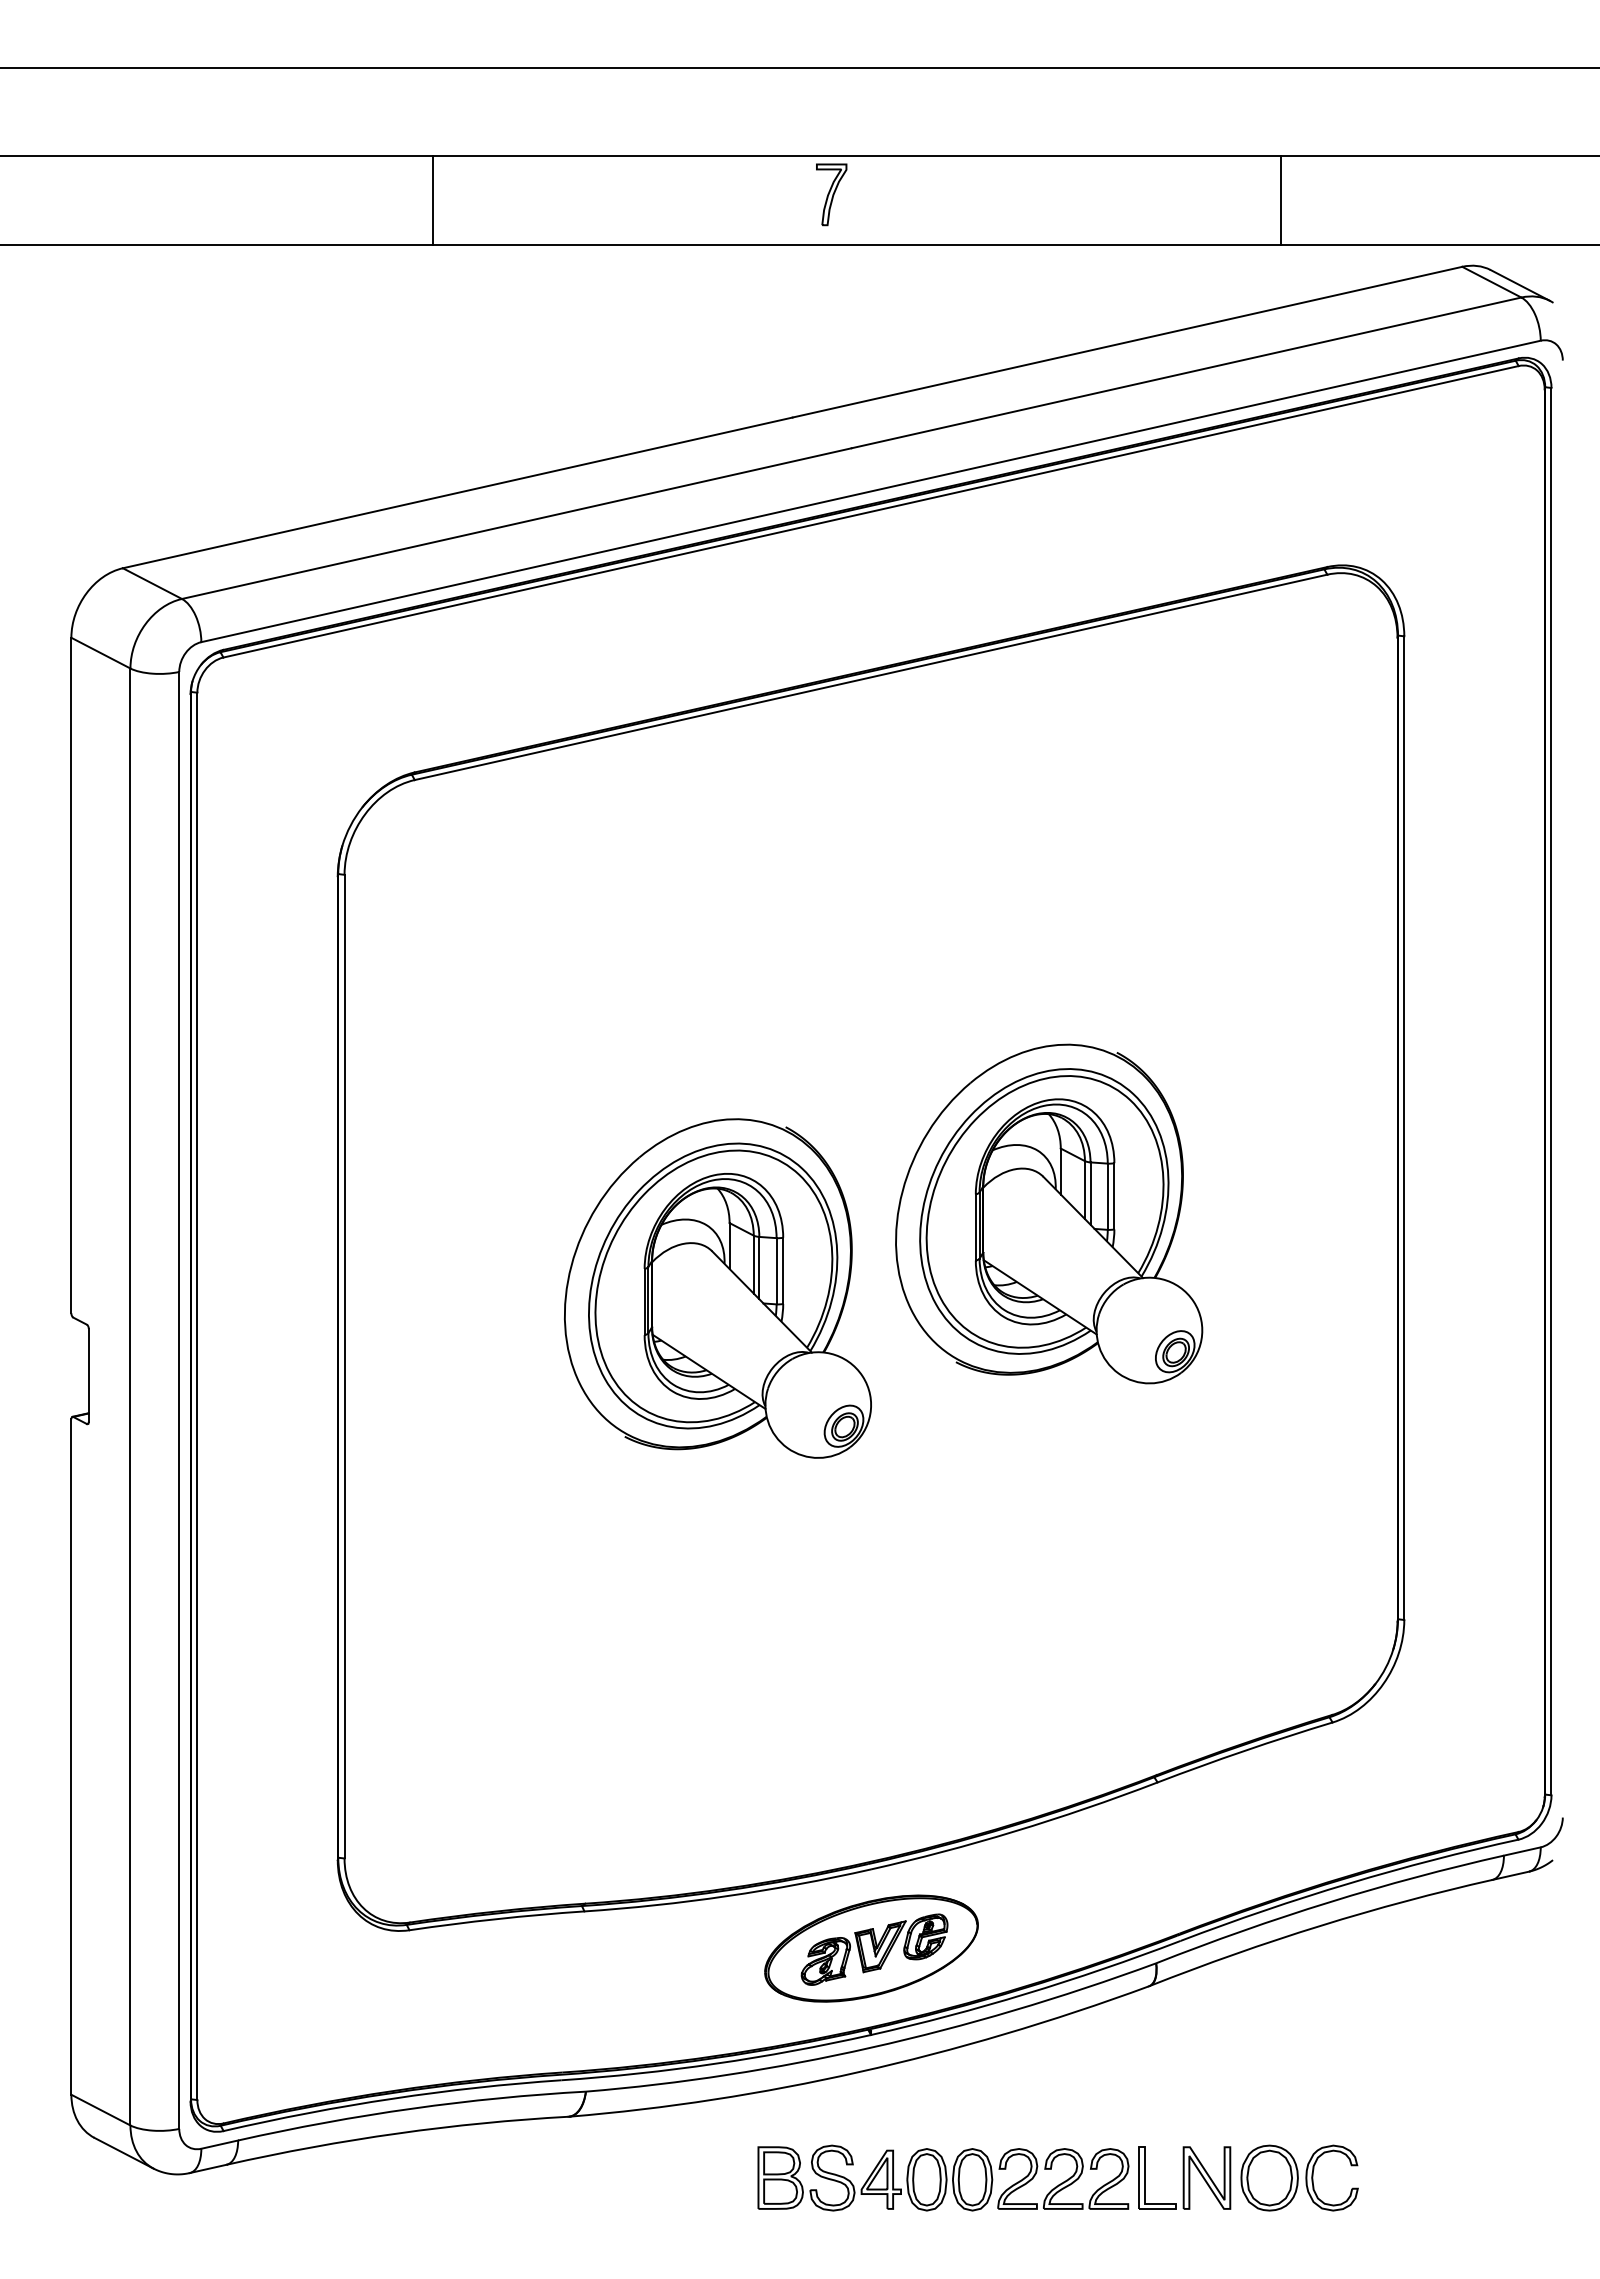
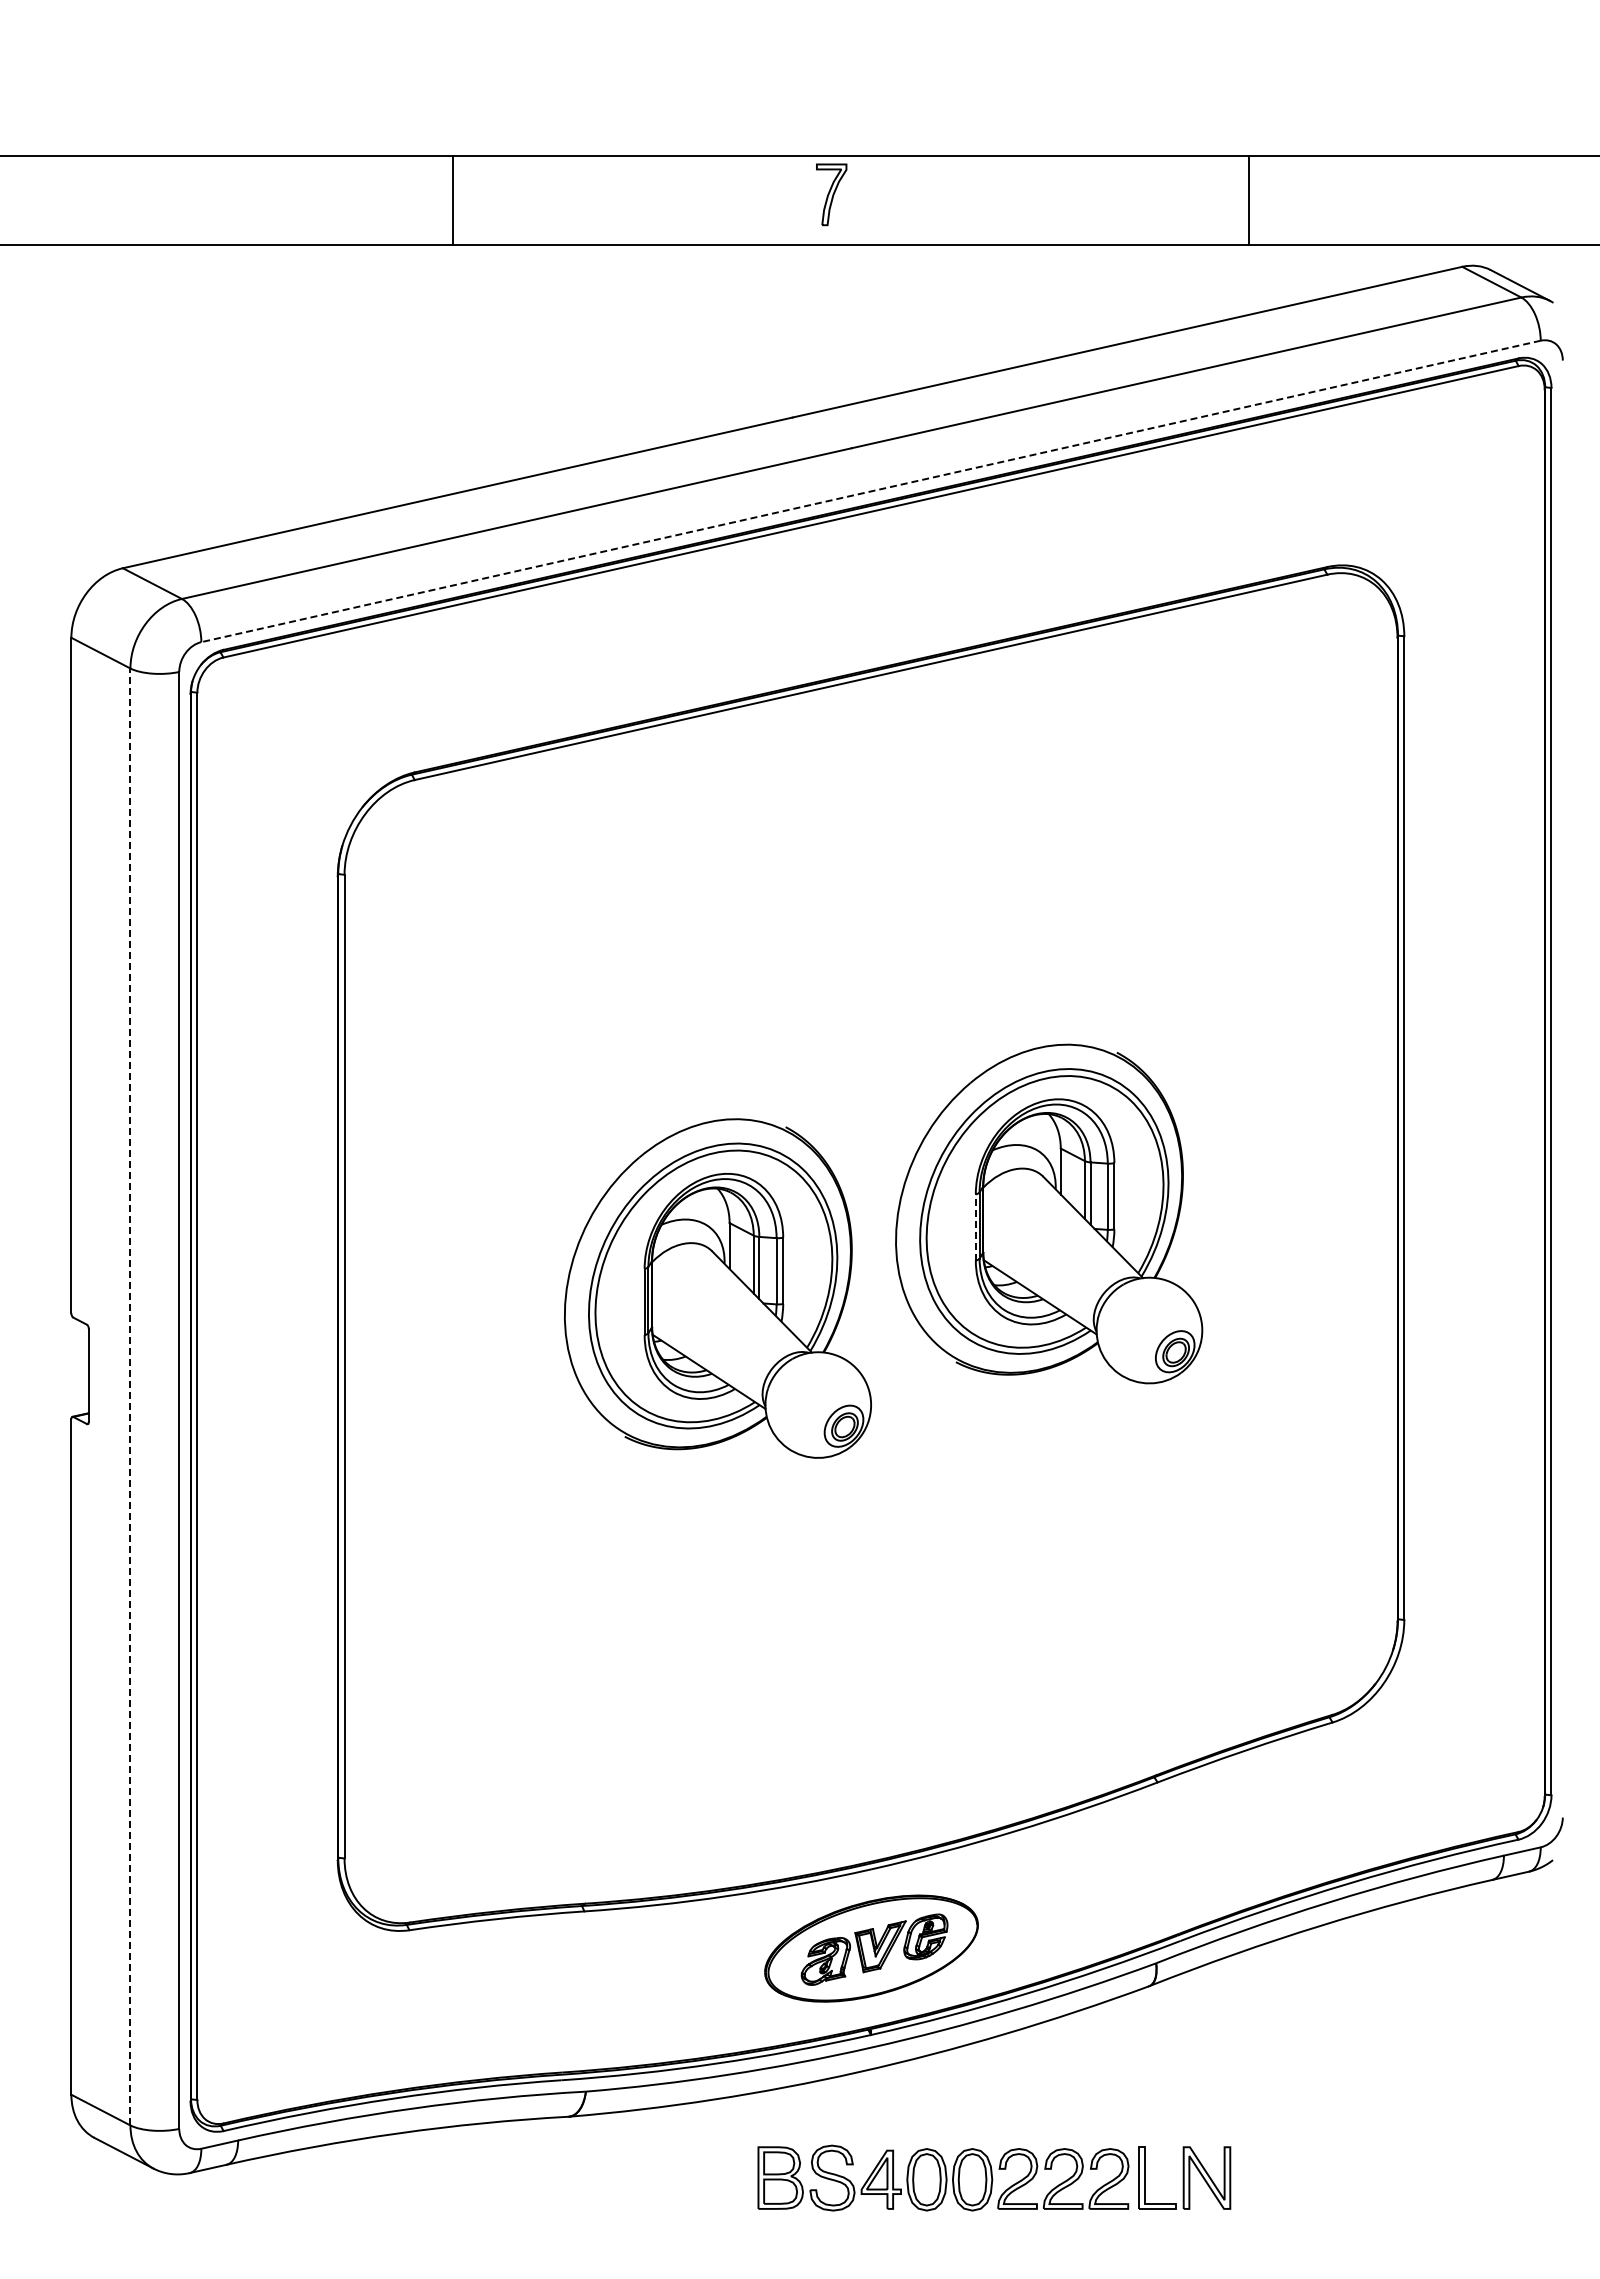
line at (799, 68): present -> none
line at (432, 200) position: (432, 200) -> (452, 200)
line at (1280, 200) position: (1280, 200) -> (1248, 200)
line at (870, 491): solid -> dashed
line at (975, 1227): solid -> dashed
line at (130, 1396): solid -> dashed
part at (1299, 2177): present -> none
